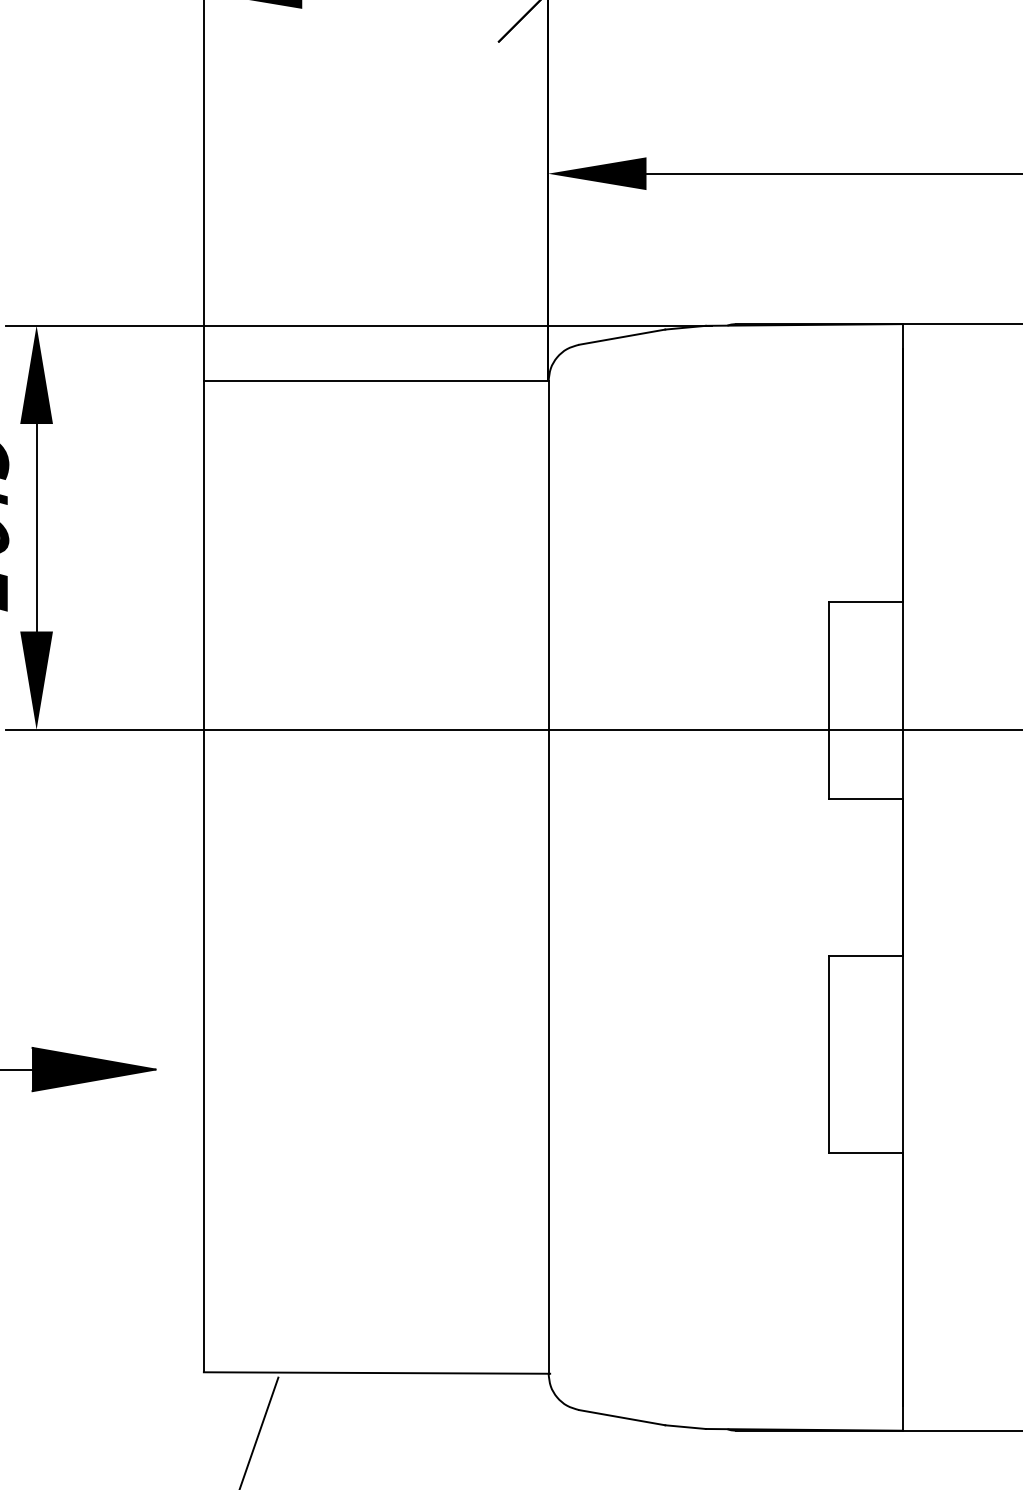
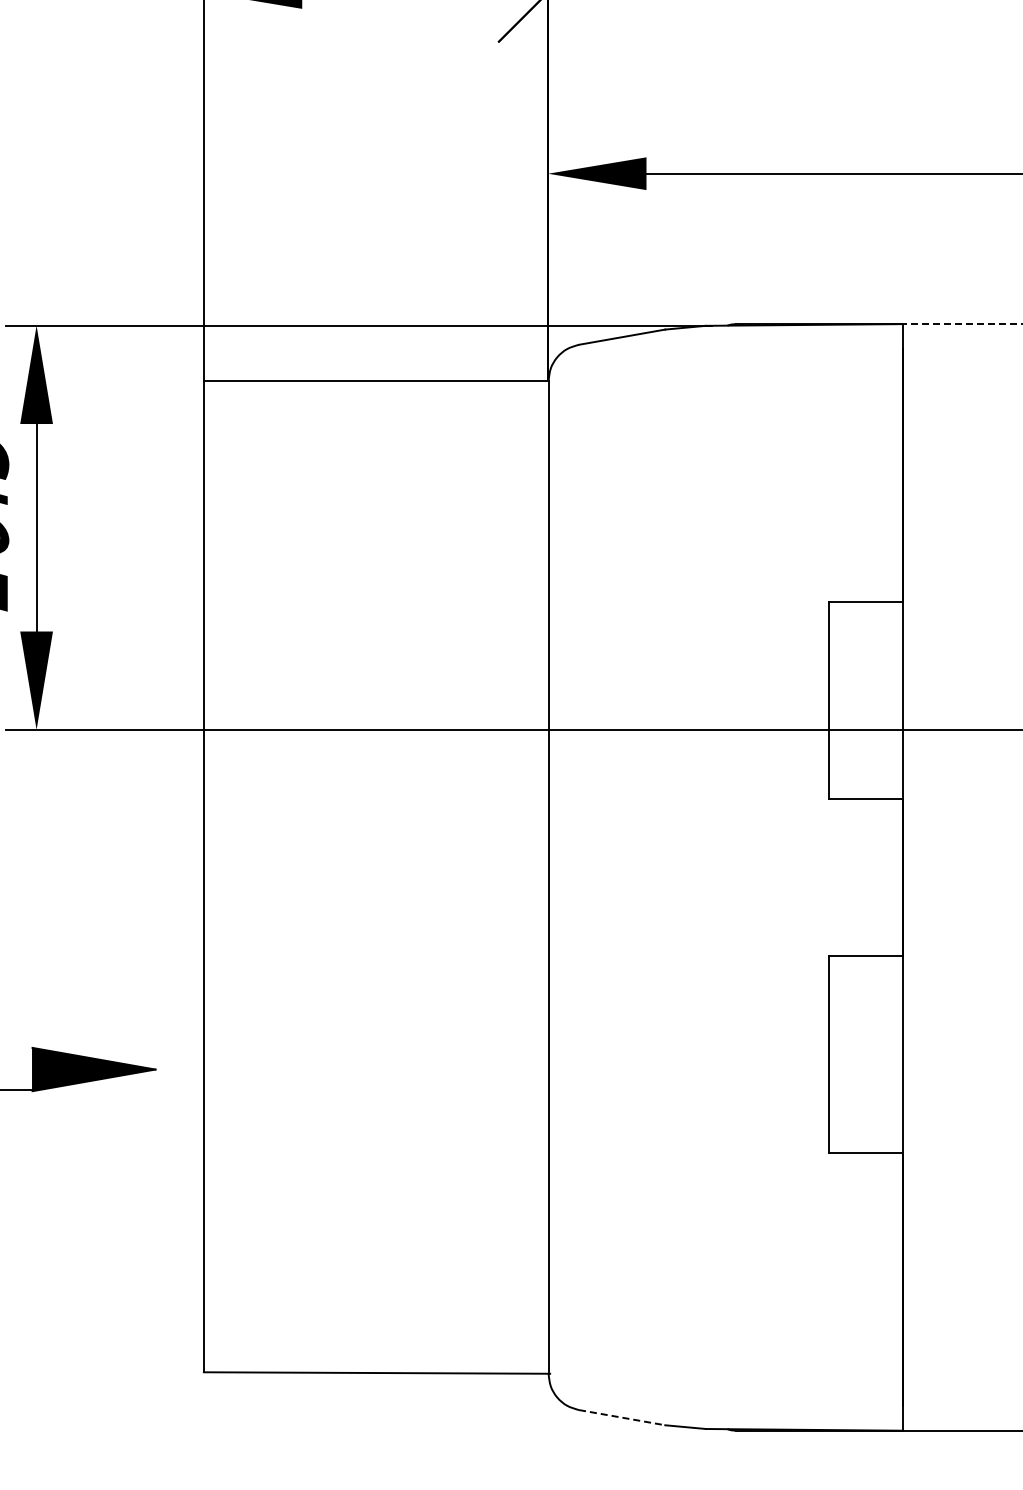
line at (962, 324): solid -> dashed
line at (17, 1069) position: (17, 1069) -> (17, 1089)
line at (622, 1417): solid -> dashed
line at (259, 1431): present -> none
